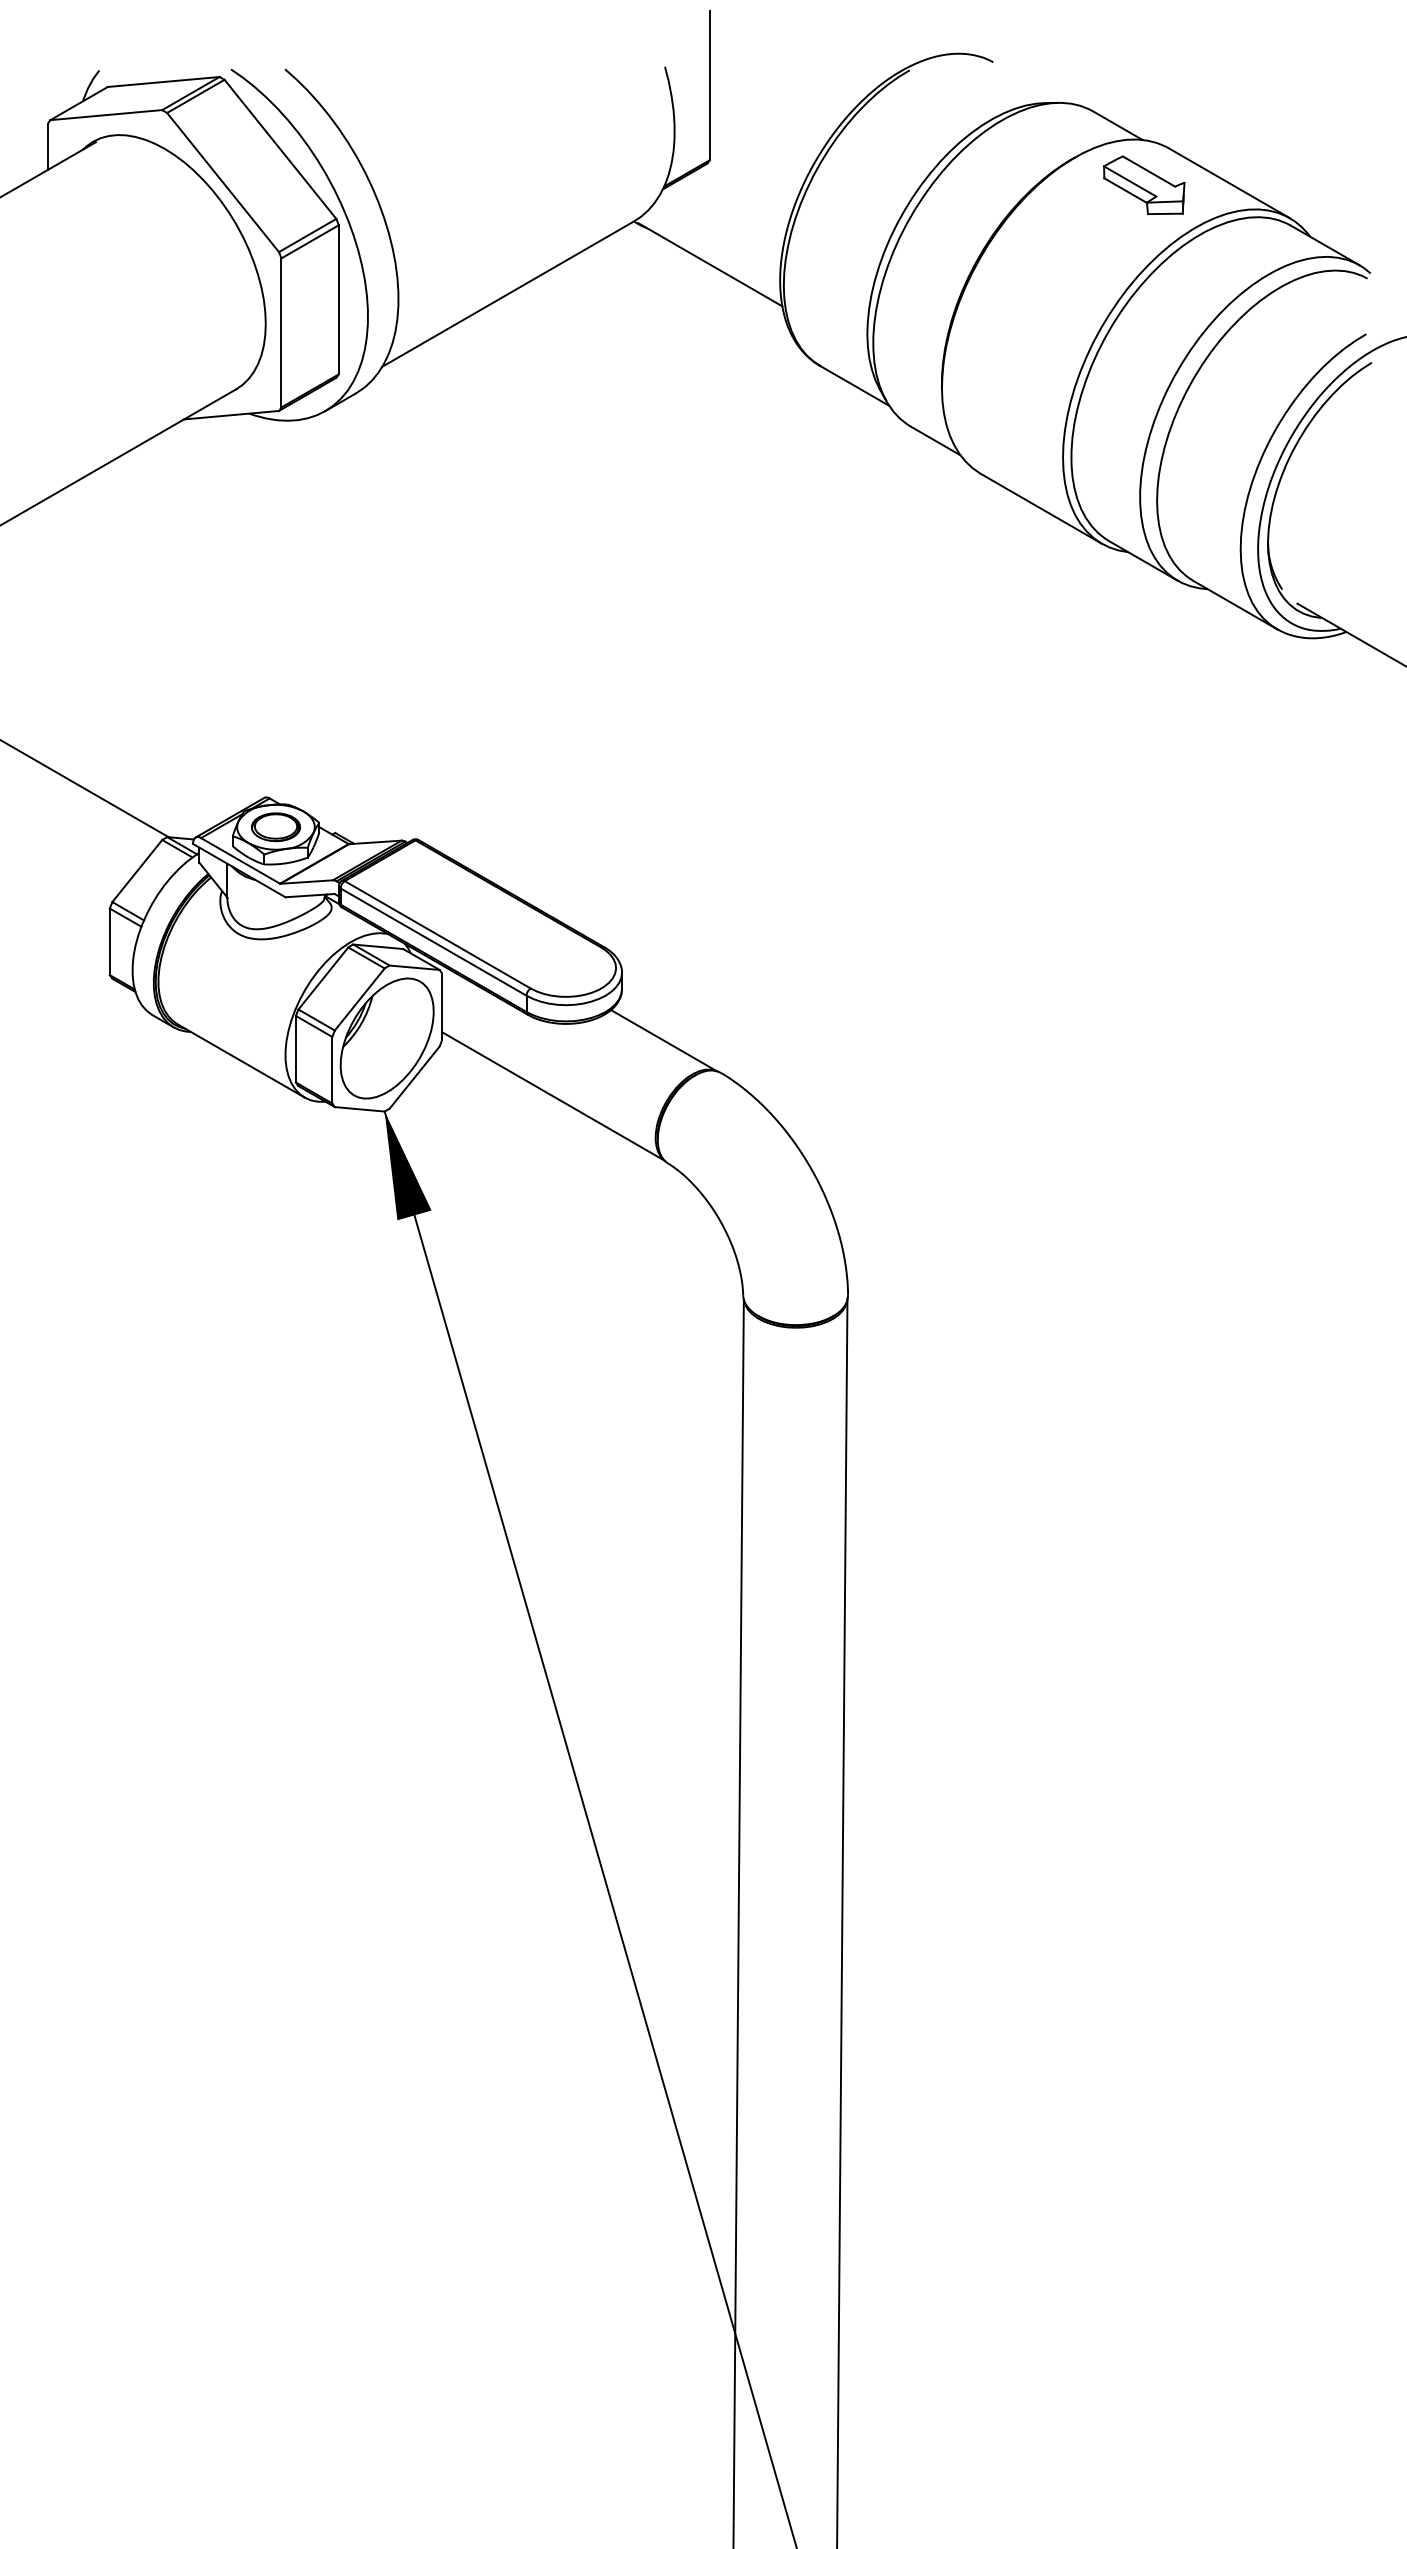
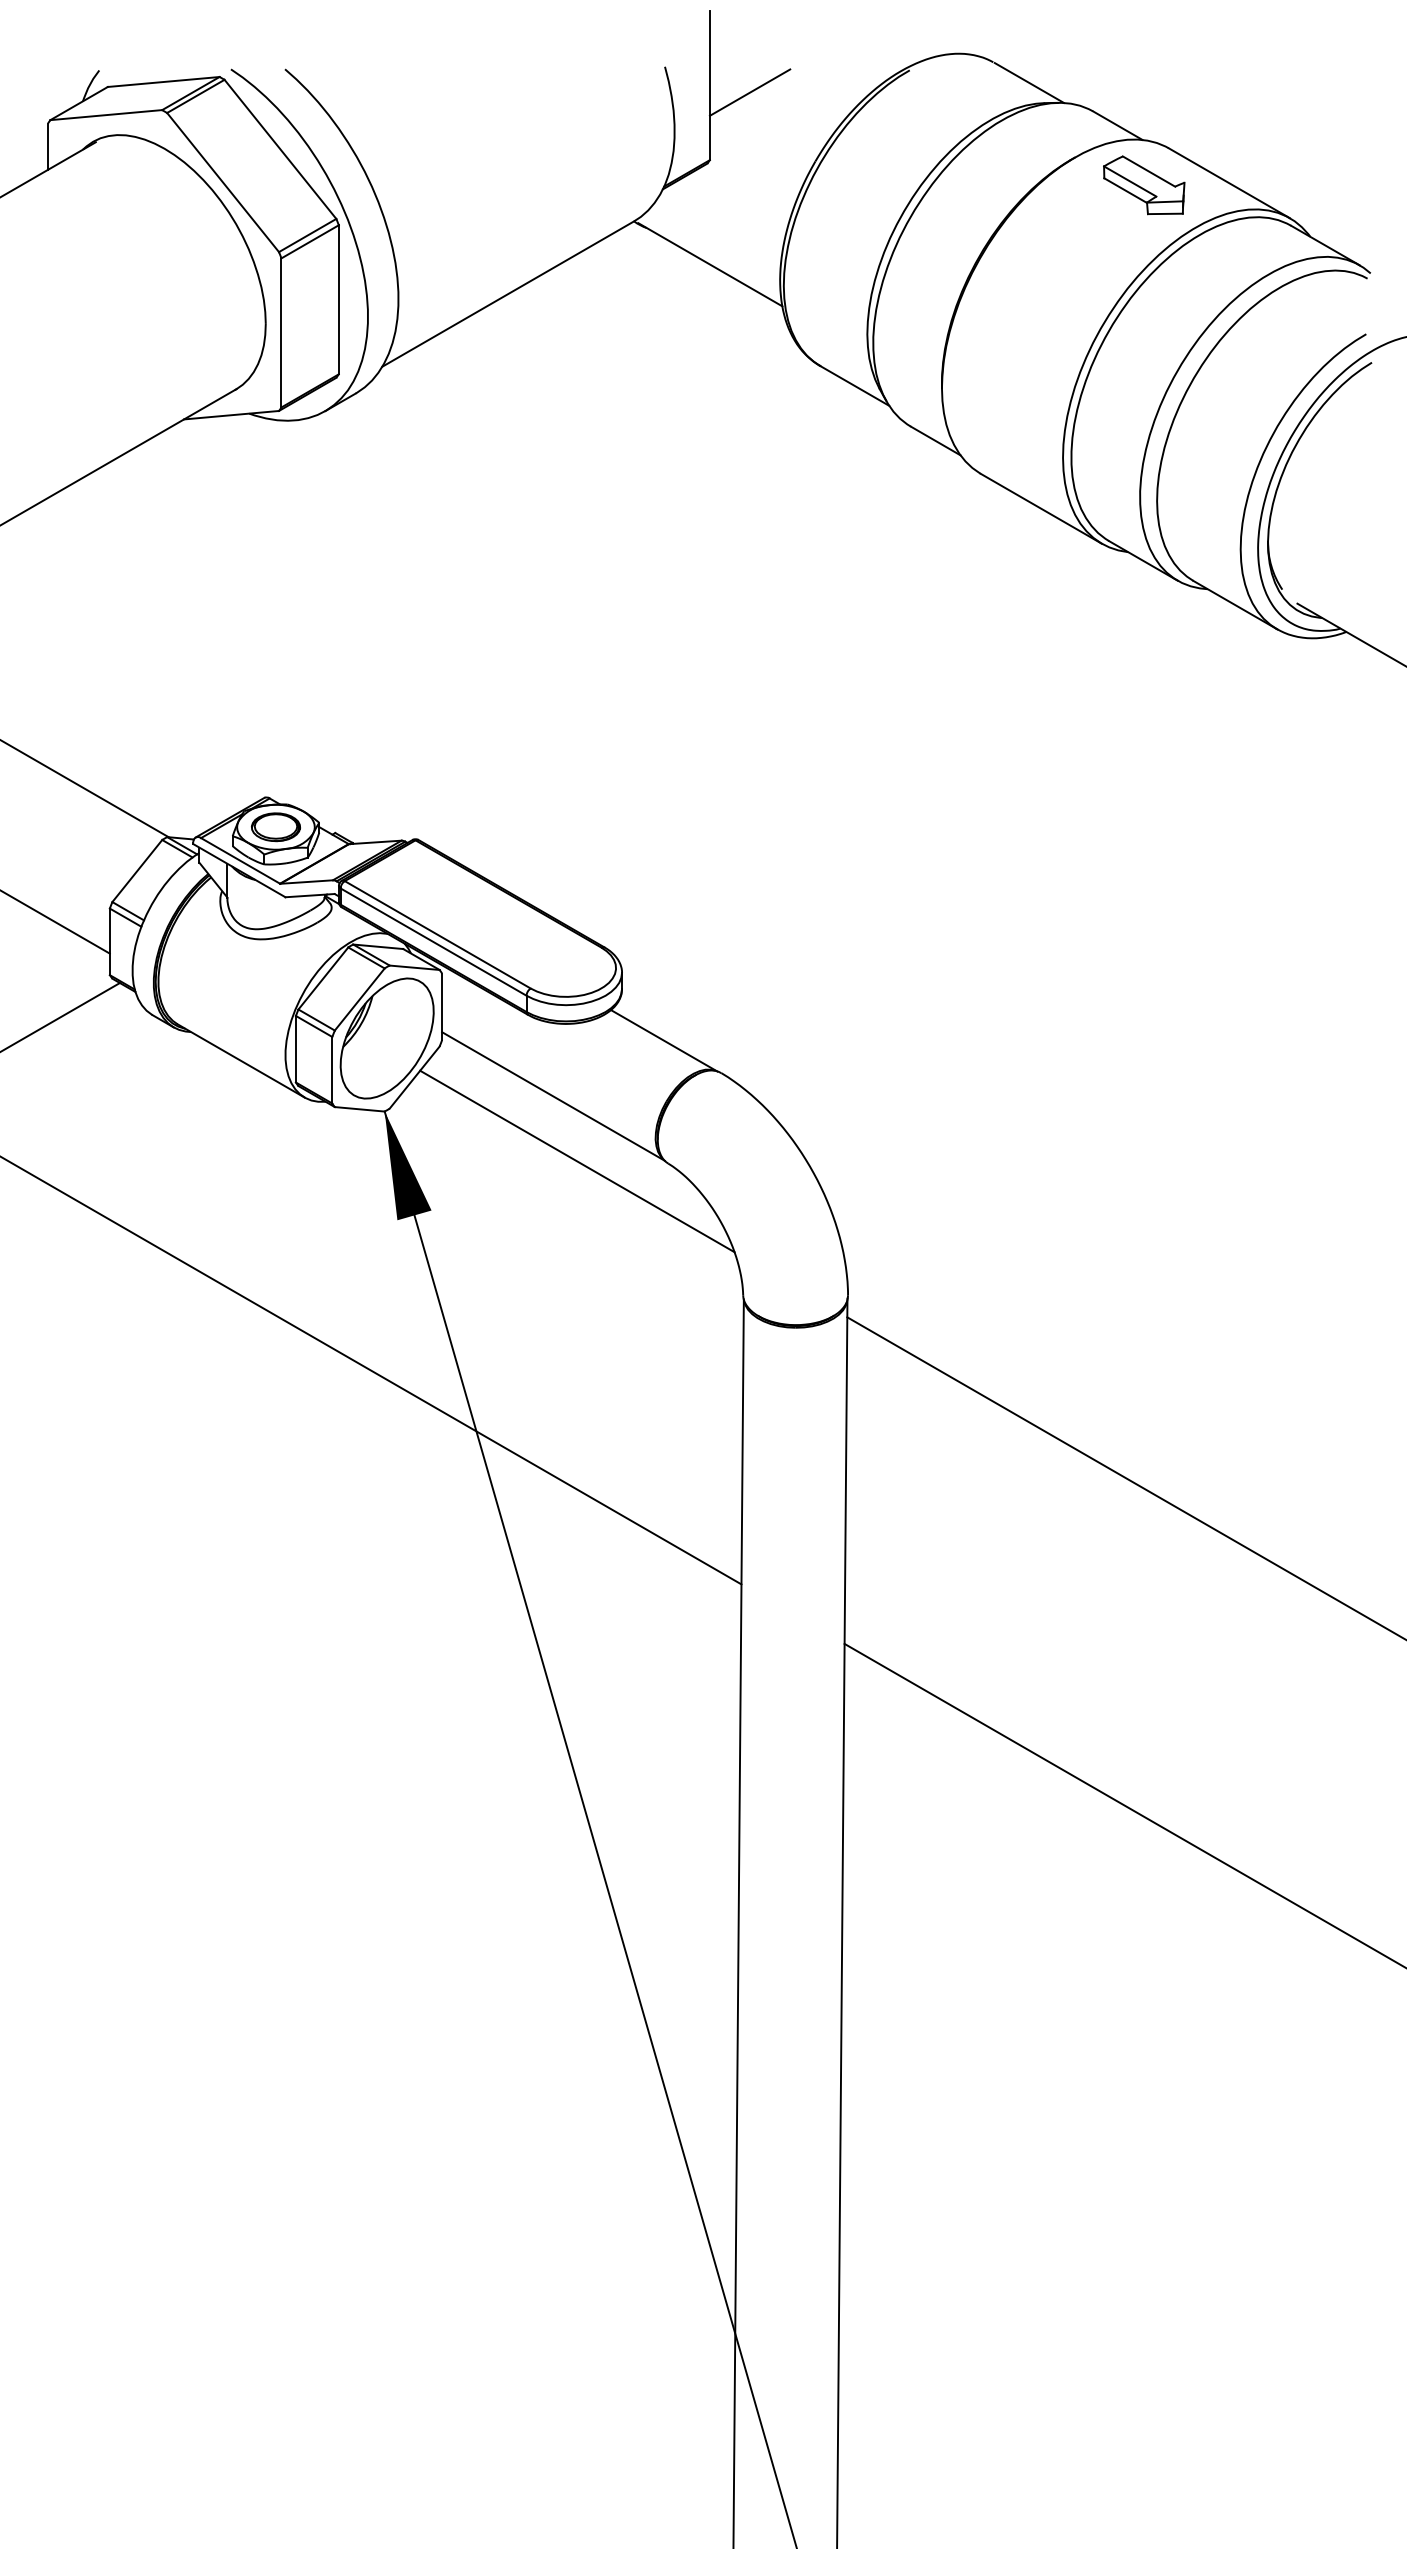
line at (1028, 82): none -> present
line at (749, 92): none -> present
line at (55, 922): none -> present
line at (60, 1017): none -> present
line at (577, 1161): none -> present
line at (371, 1370): none -> present
line at (1125, 1477): none -> present
line at (1123, 1804): none -> present
